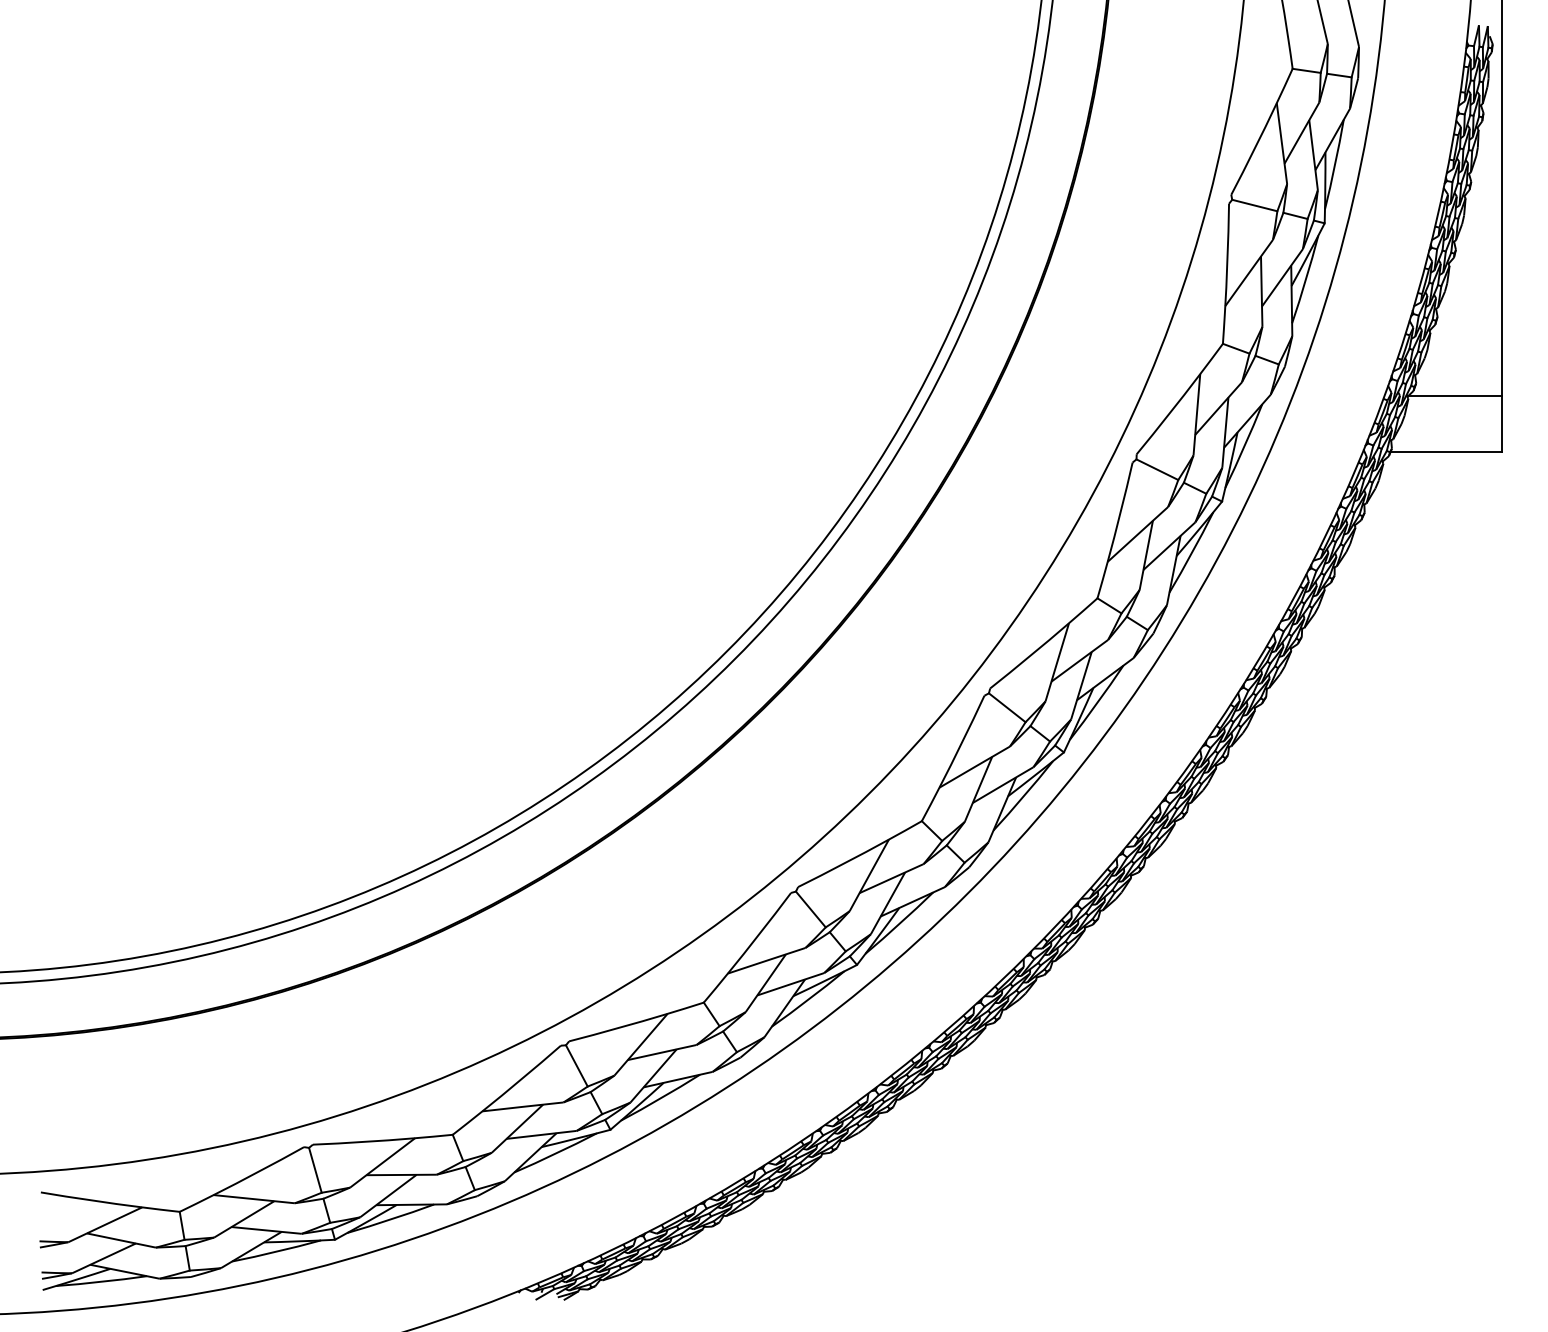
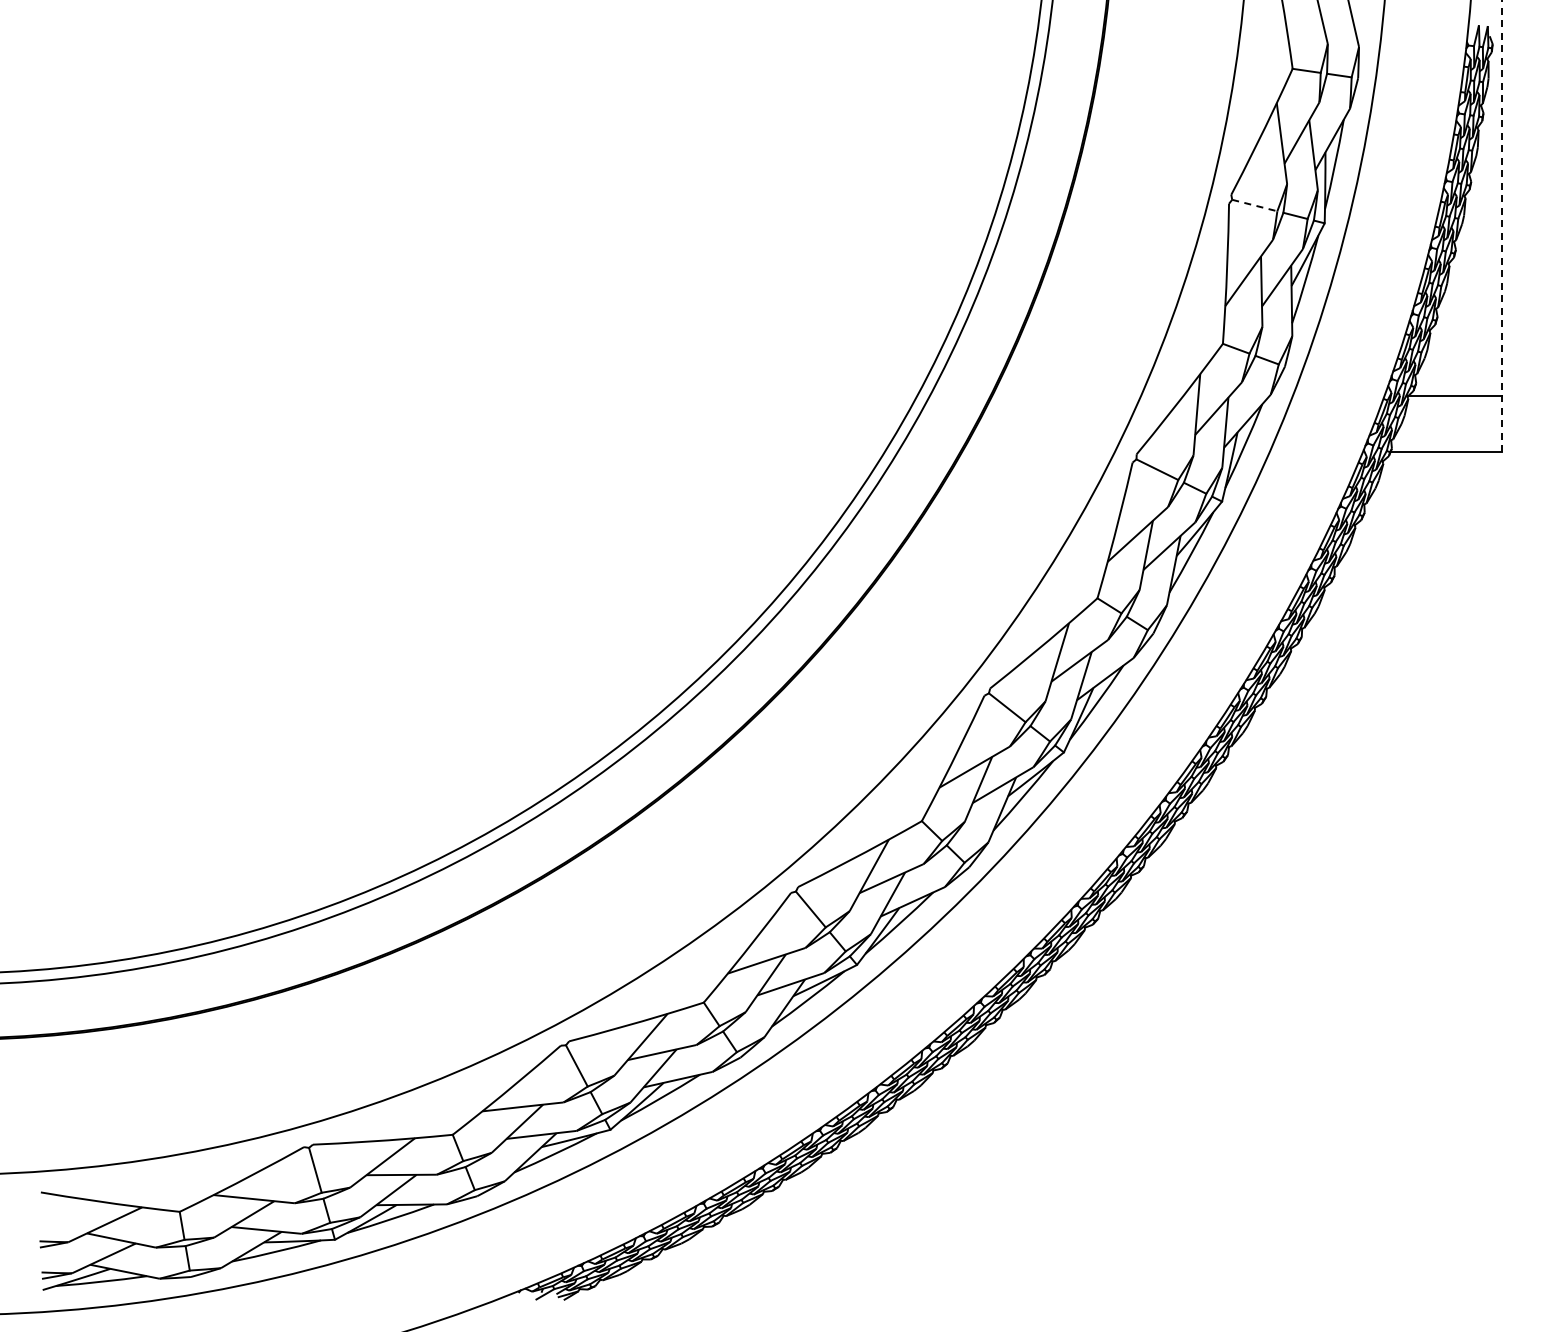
line at (1255, 205): solid -> dashed
line at (1501, 225): solid -> dashed
